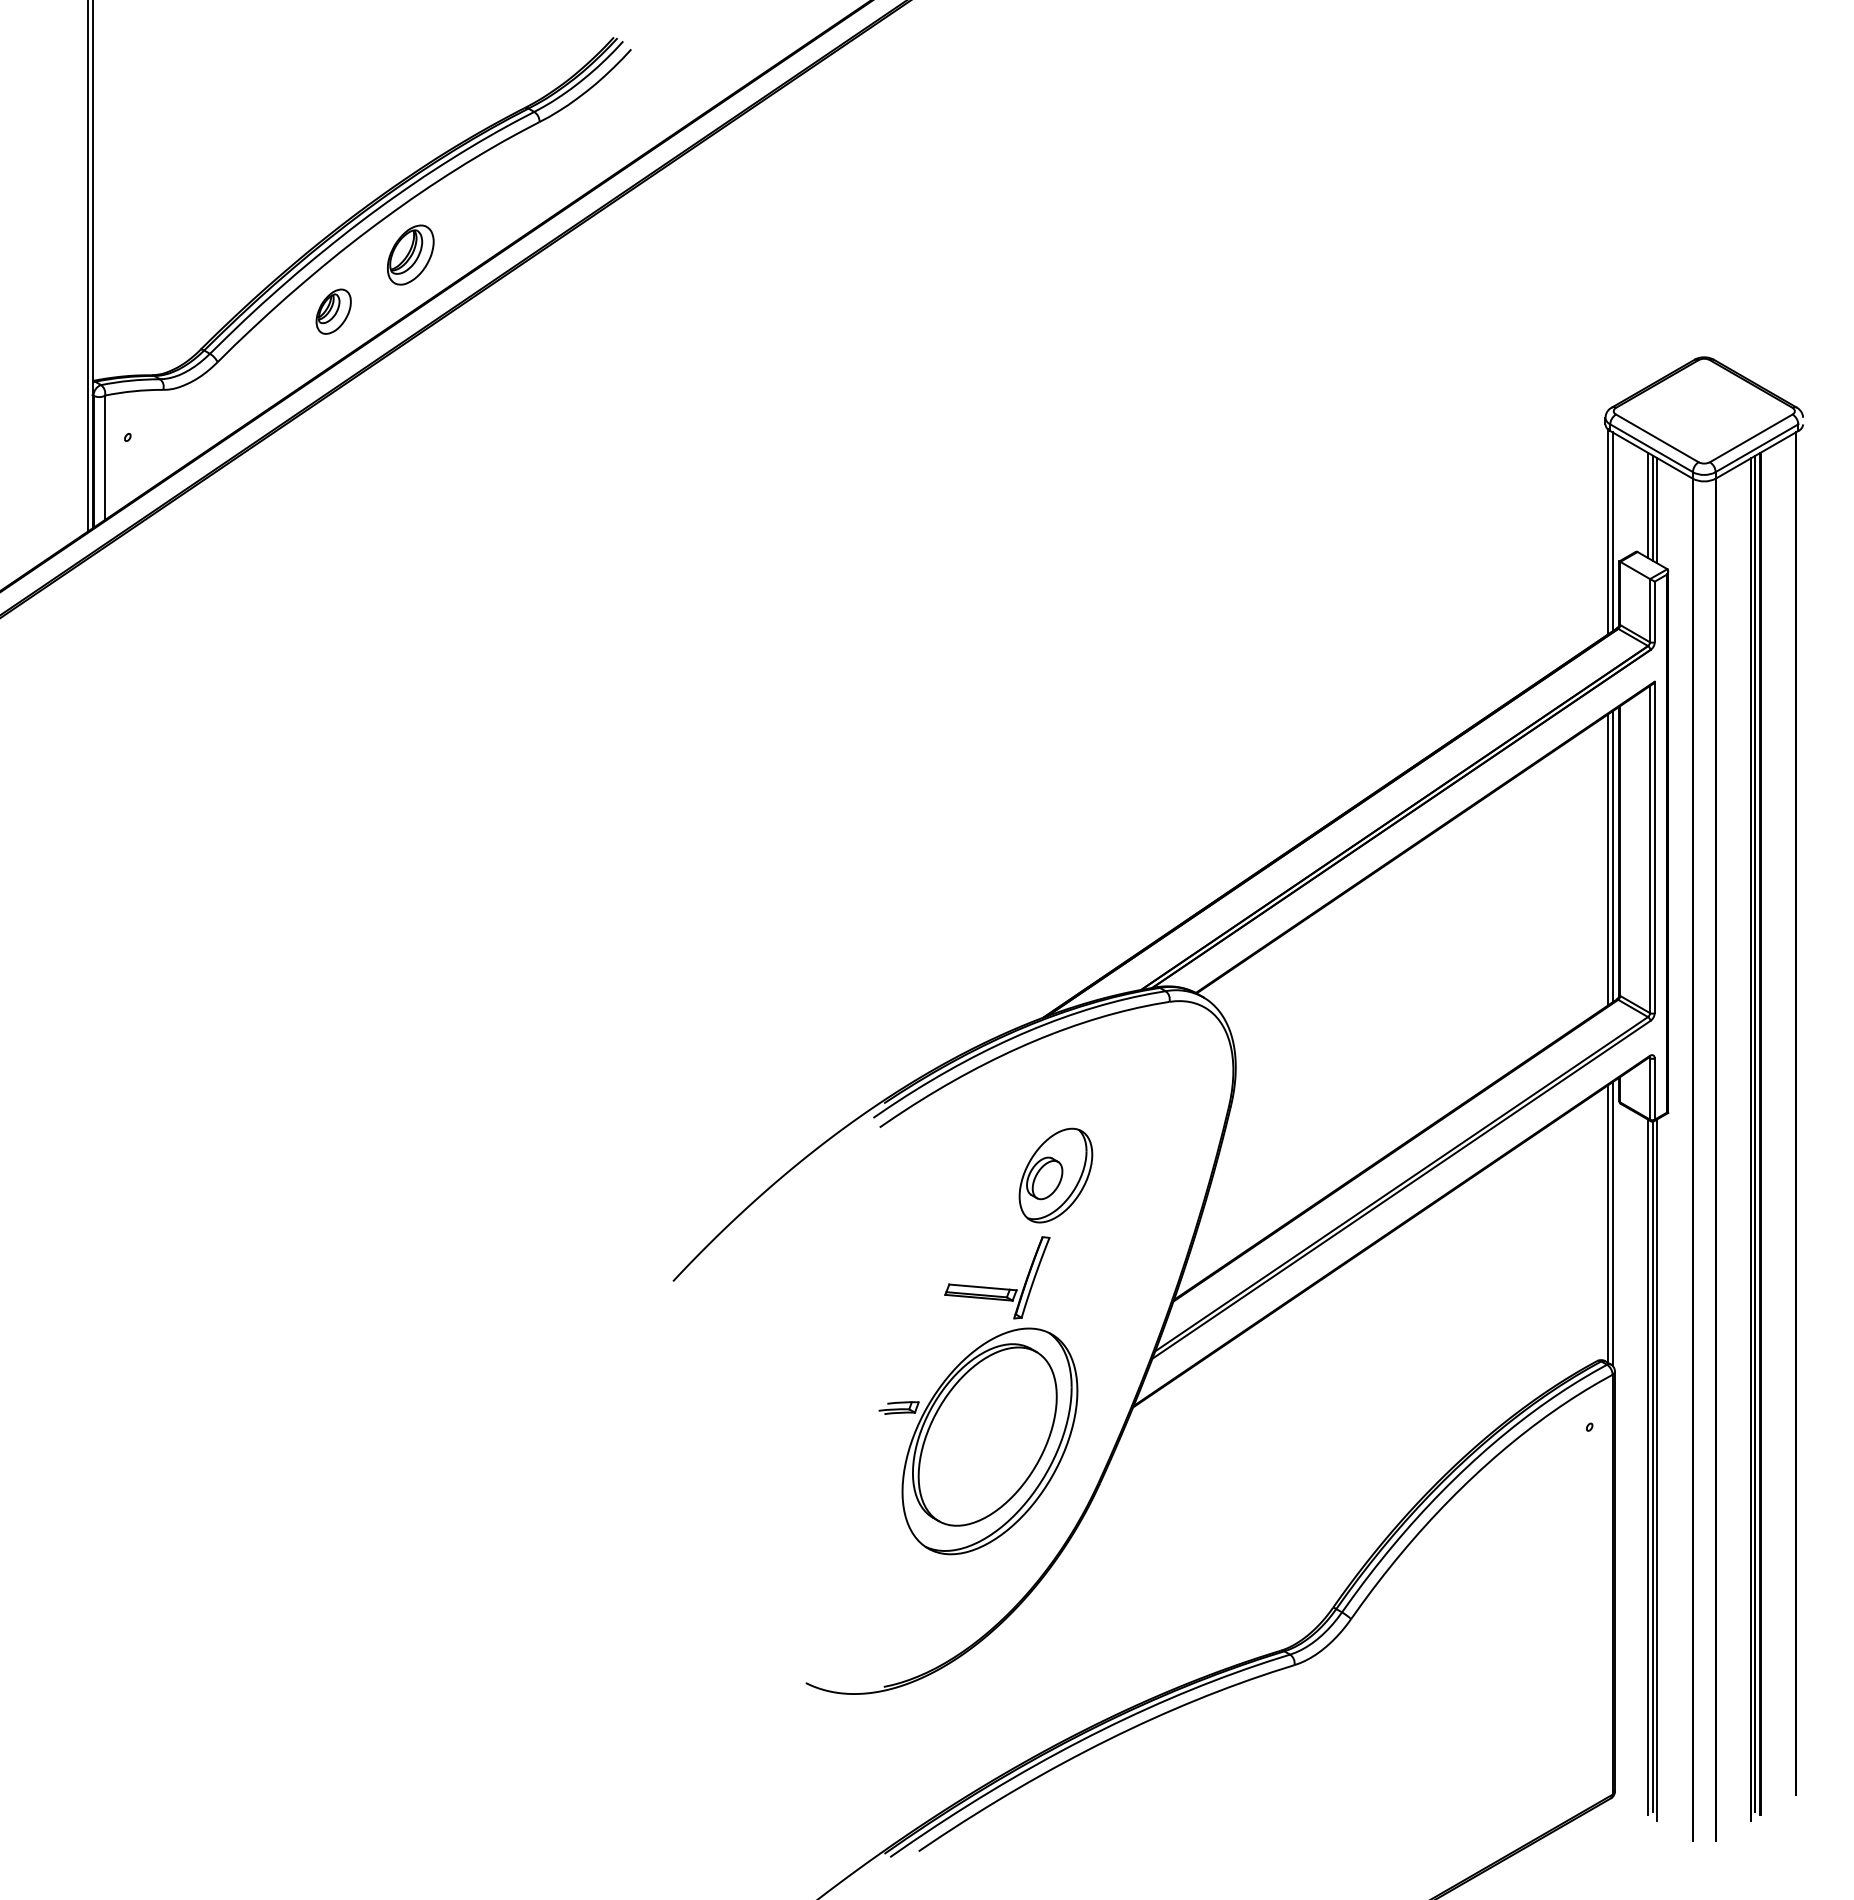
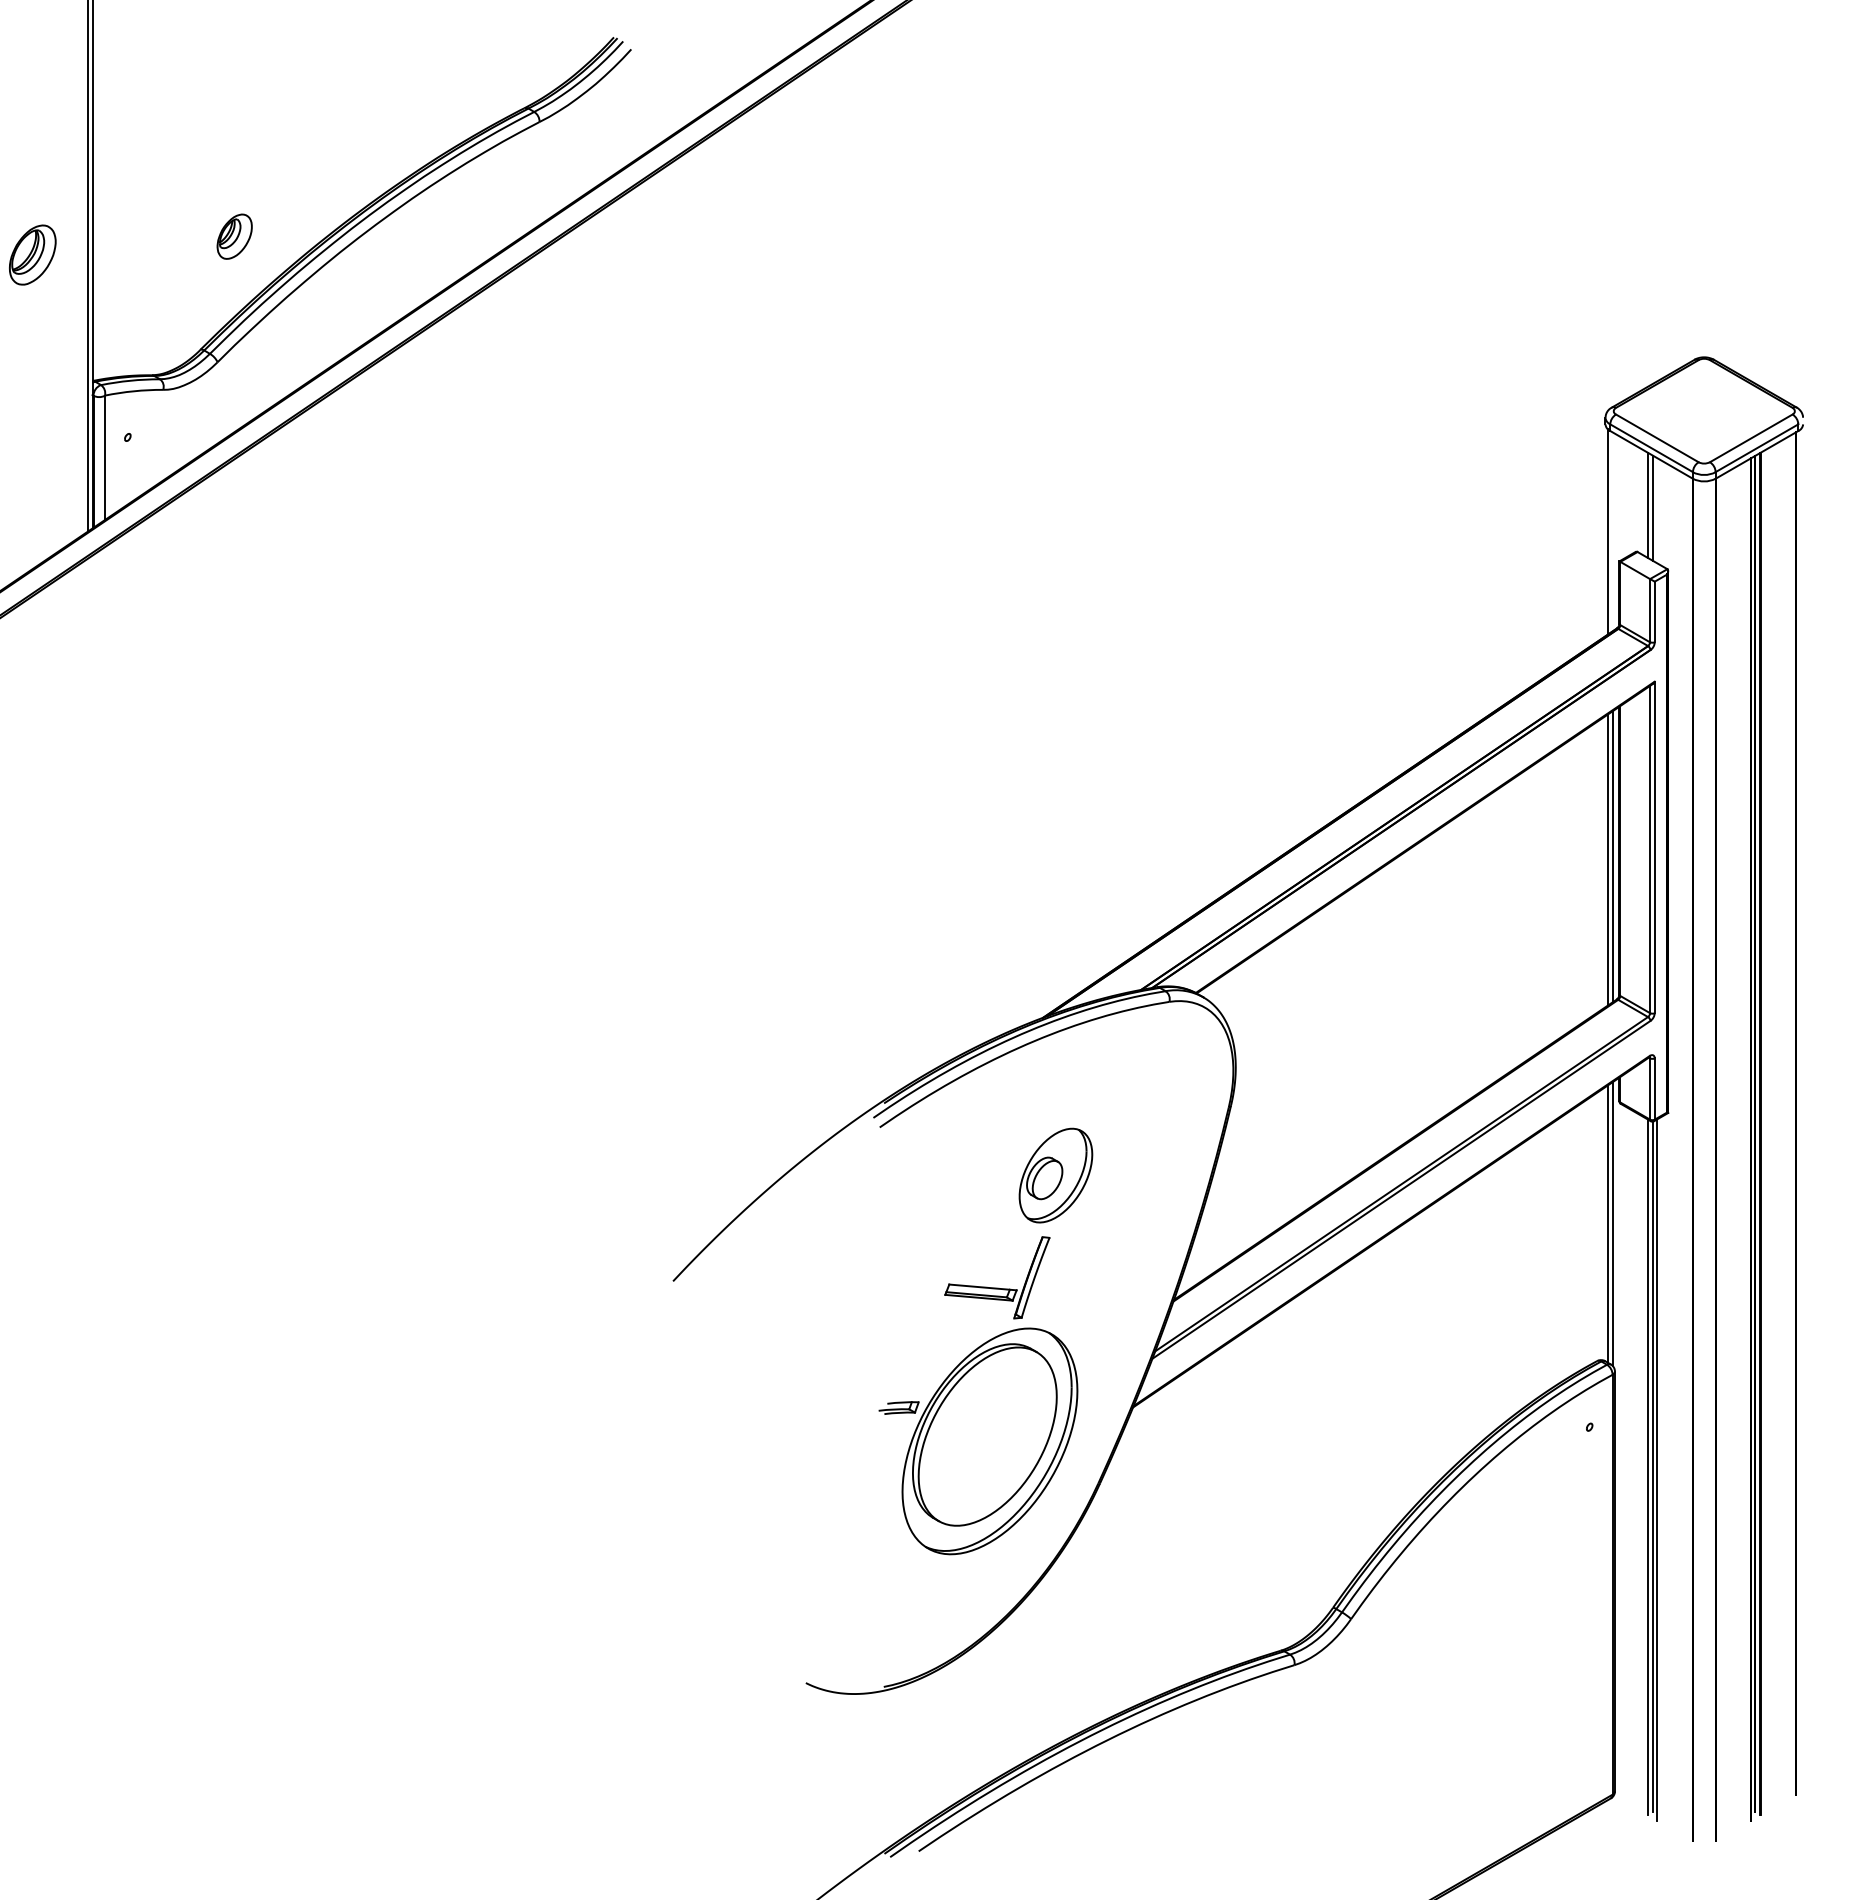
part at (410, 254) position: (410, 254) -> (32, 254)
part at (333, 311) position: (333, 311) -> (234, 236)
line at (1657, 510): present -> none
line at (1612, 531): present -> none
